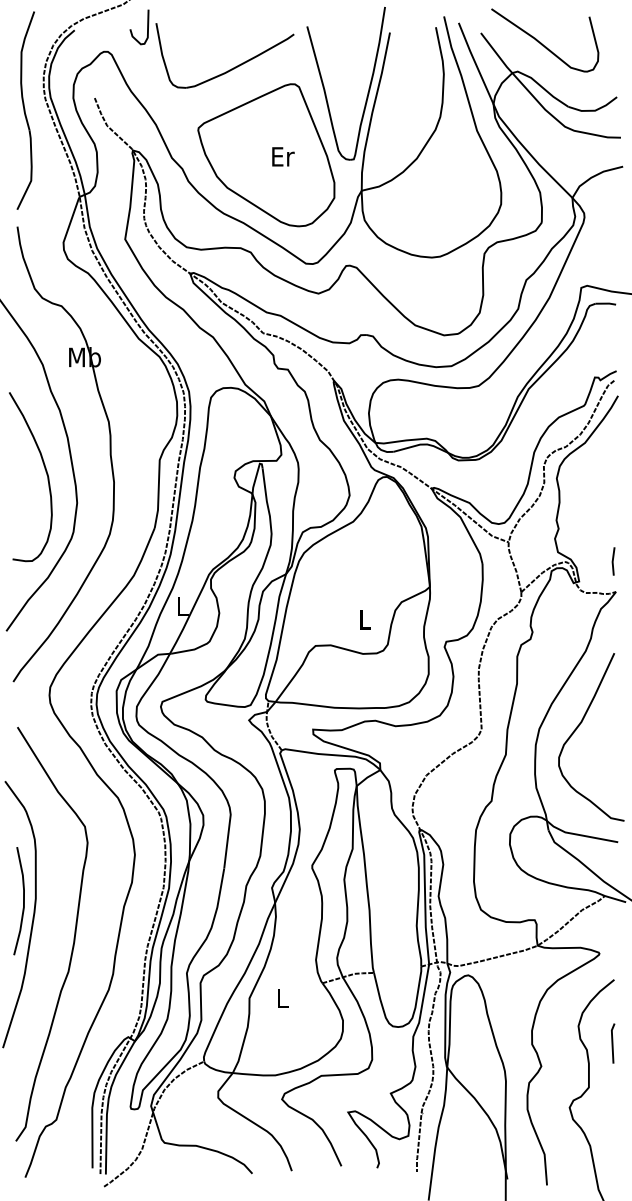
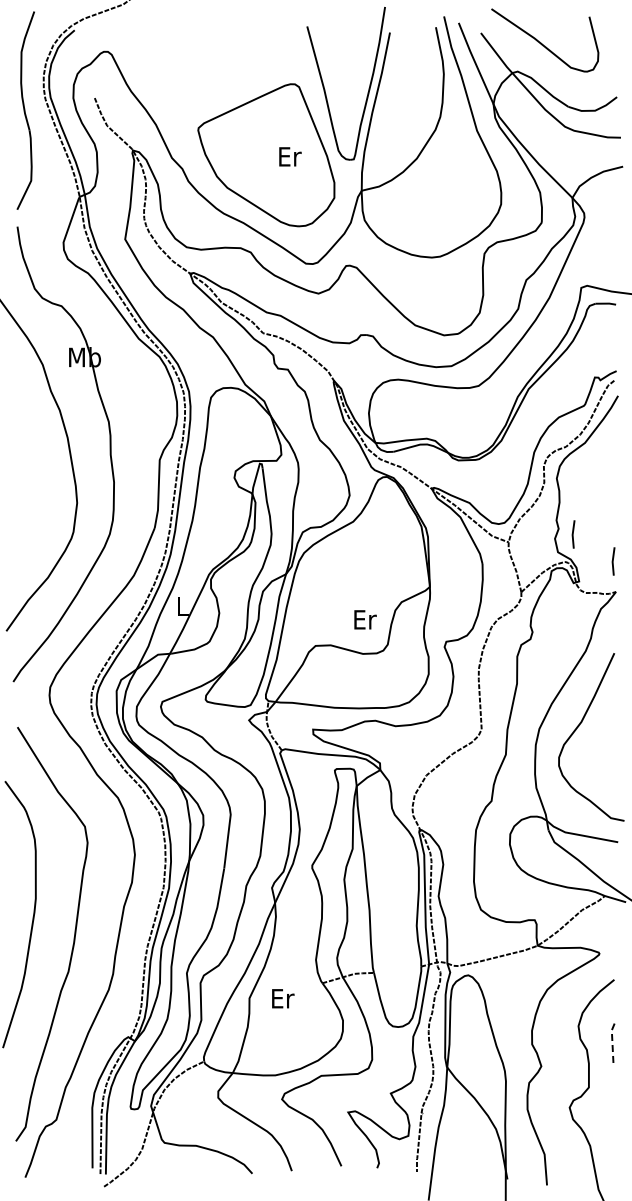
part at (223, 72): present -> none
text at (283, 156) position: (283, 156) -> (290, 156)
curve at (45, 472): present -> none
line at (573, 534): none -> present
text at (365, 619): L -> Er
curve at (23, 901): present -> none
text at (283, 998): L -> Er
line at (612, 1043): solid -> dashed
